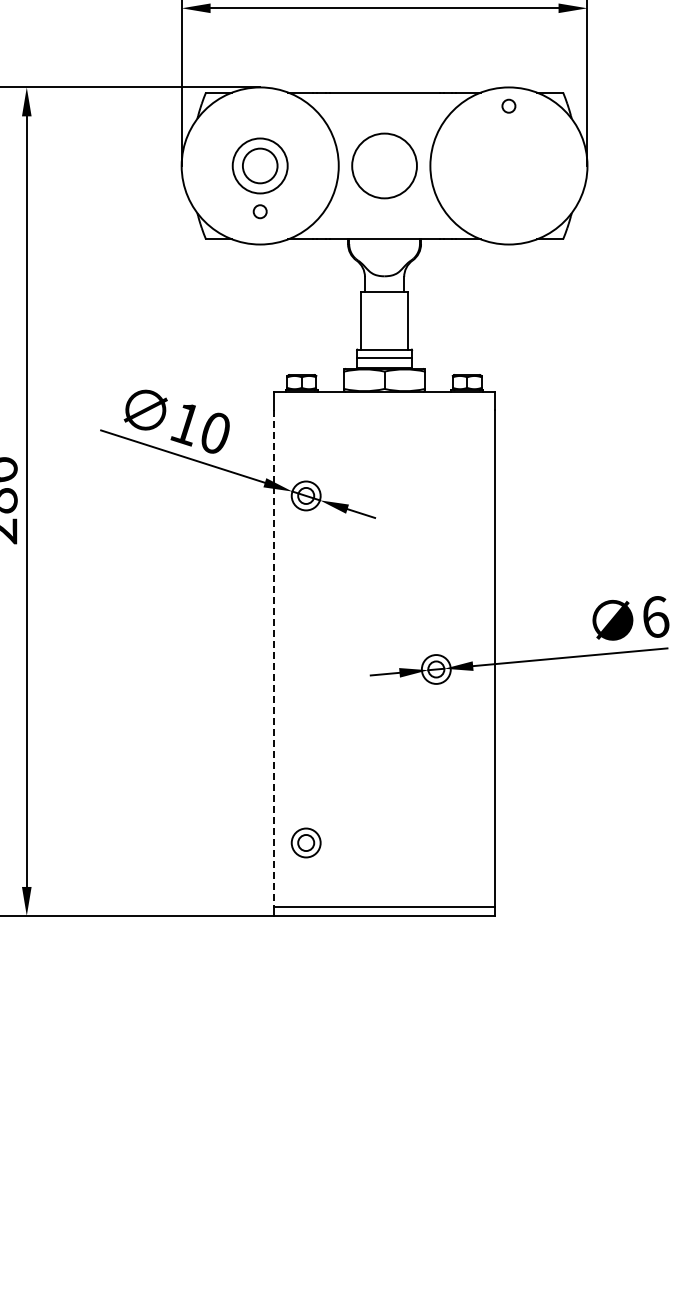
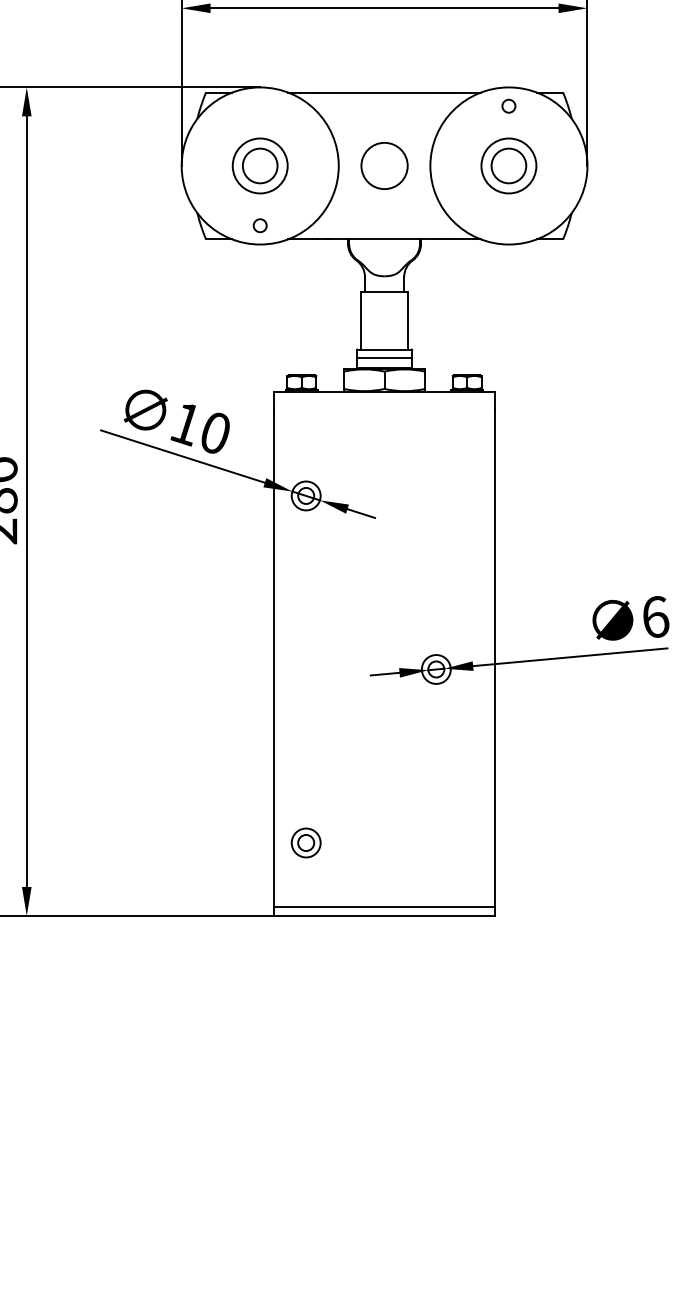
circle at (384, 165) diameter: 65 px -> 46 px
part at (508, 165): none -> present
circle at (259, 211) position: (259, 211) -> (259, 225)
line at (274, 659): dashed -> solid
